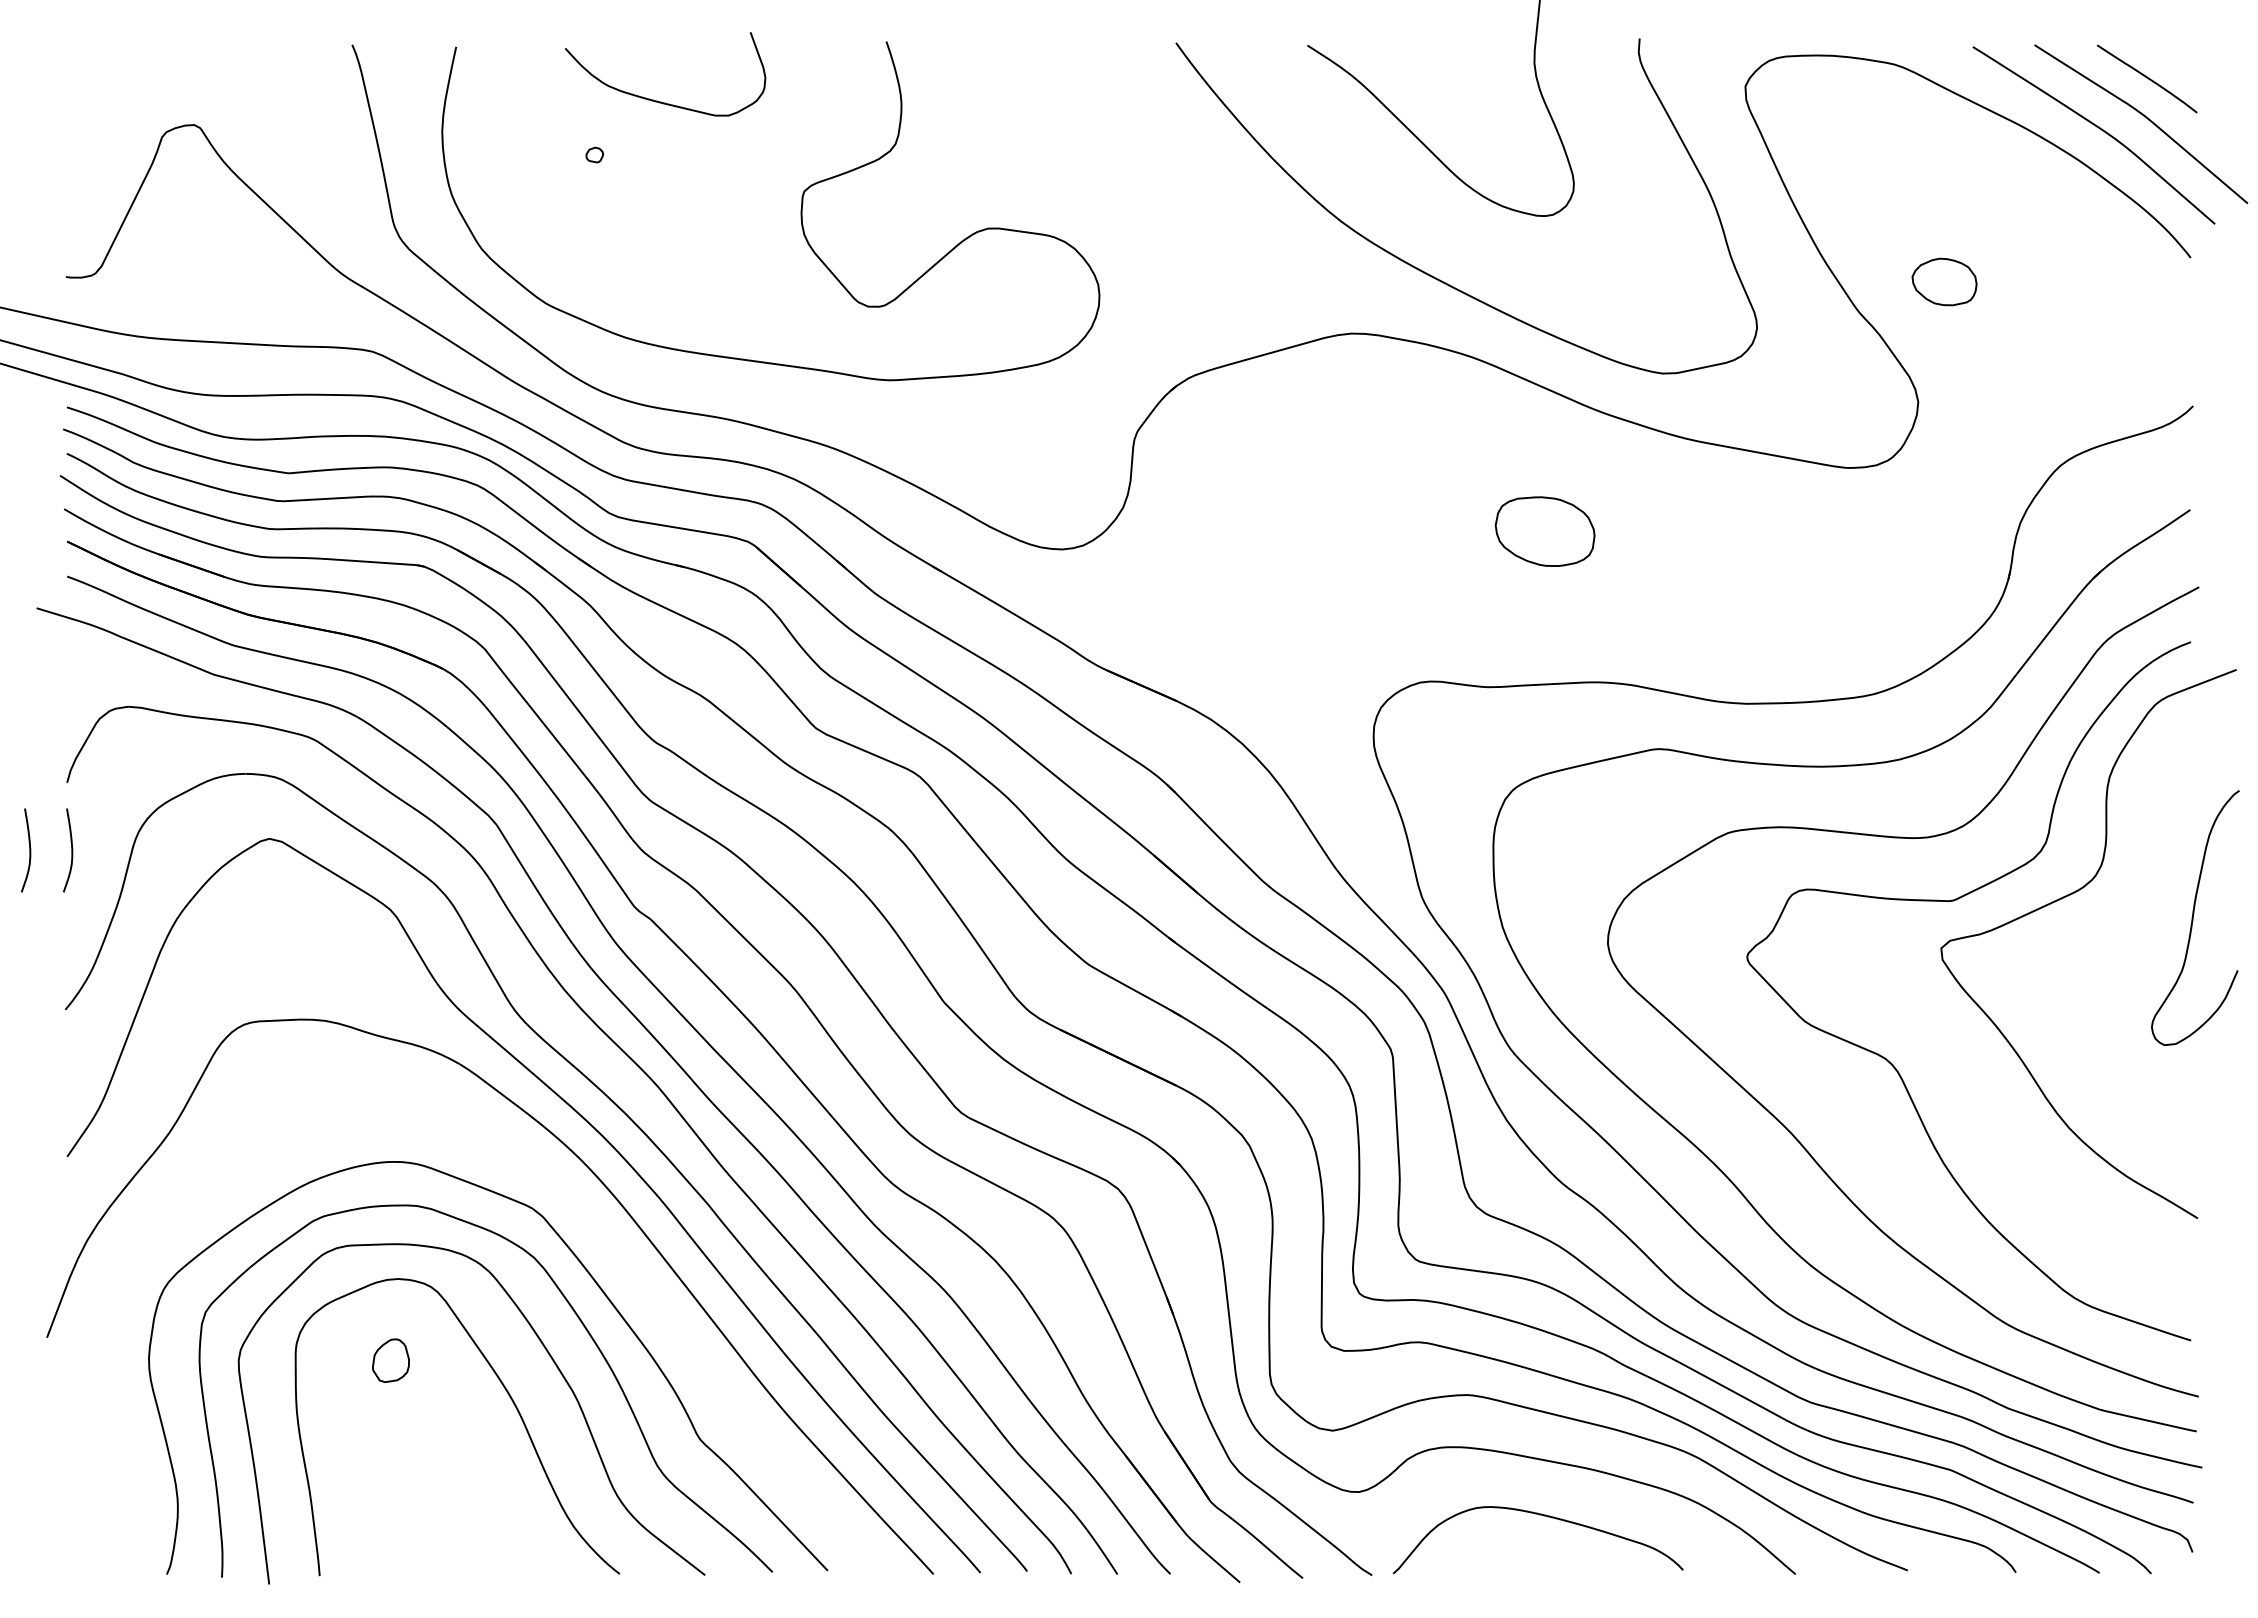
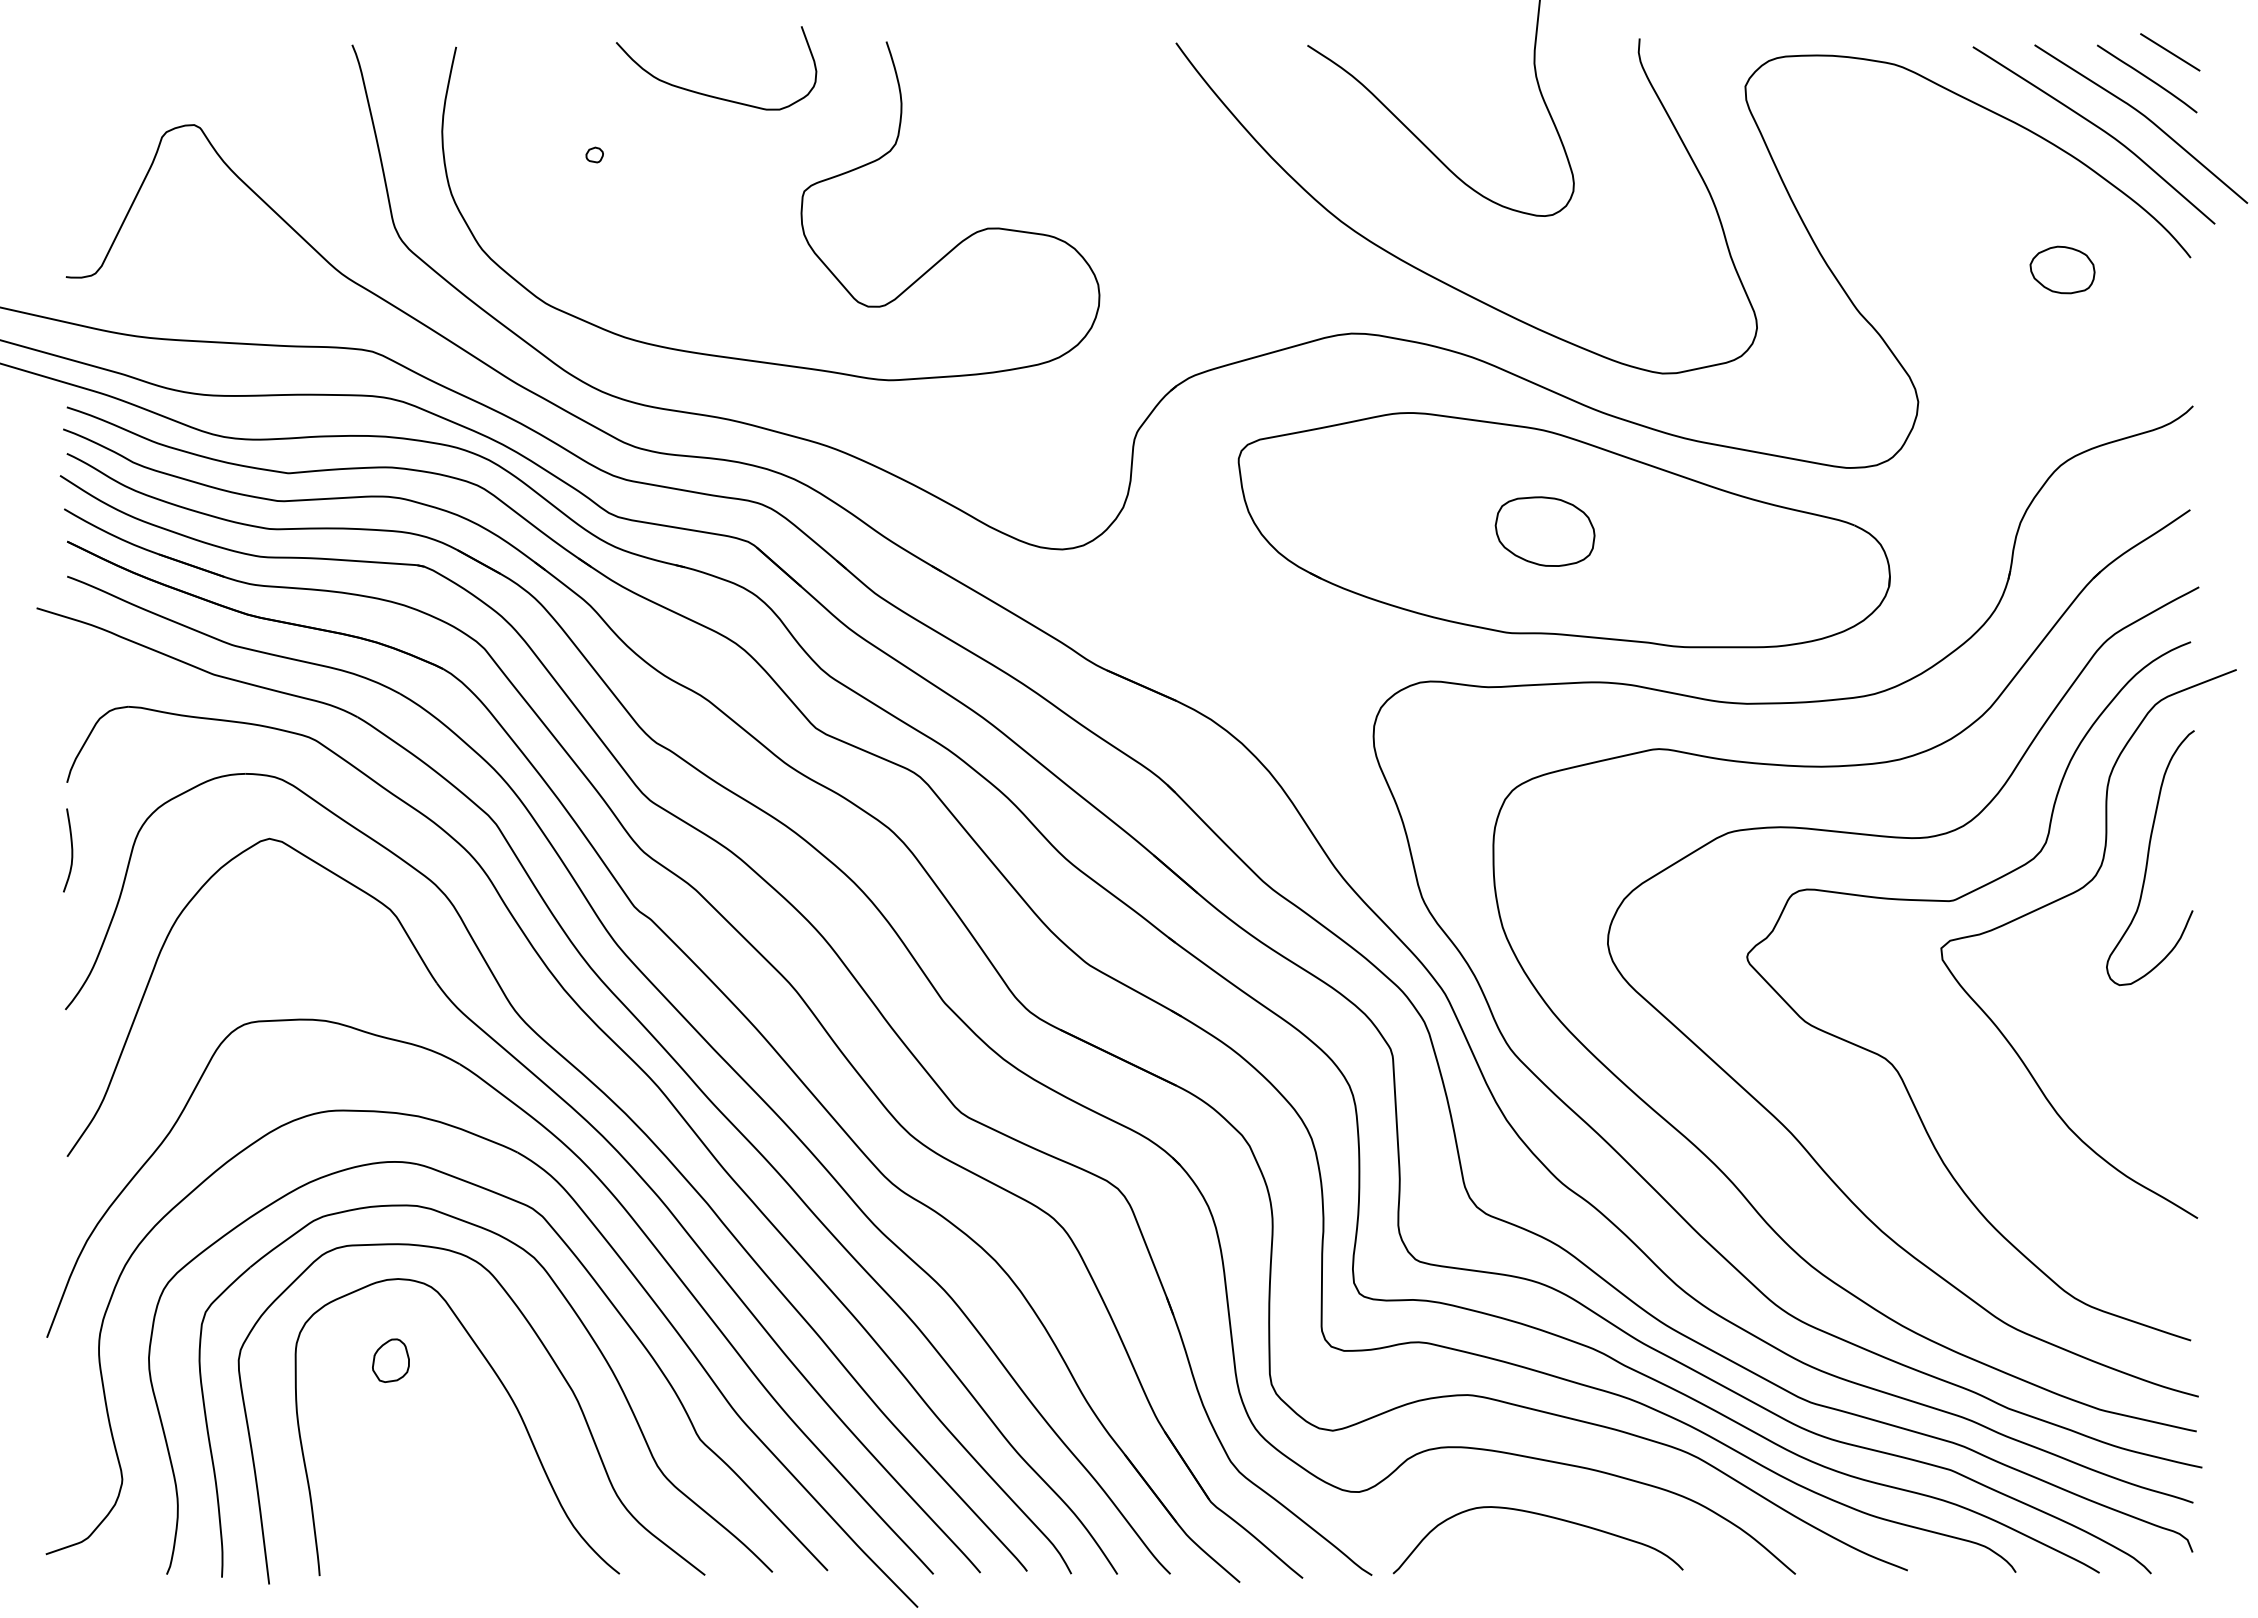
line at (2170, 52): none -> present
curve at (657, 100) position: (657, 100) -> (708, 94)
part at (1944, 281) position: (1944, 281) -> (2062, 269)
part at (1563, 530): none -> present
curve at (29, 850): present -> none
curve at (2193, 918) position: (2193, 918) -> (2148, 858)
part at (613, 1251): none -> present
